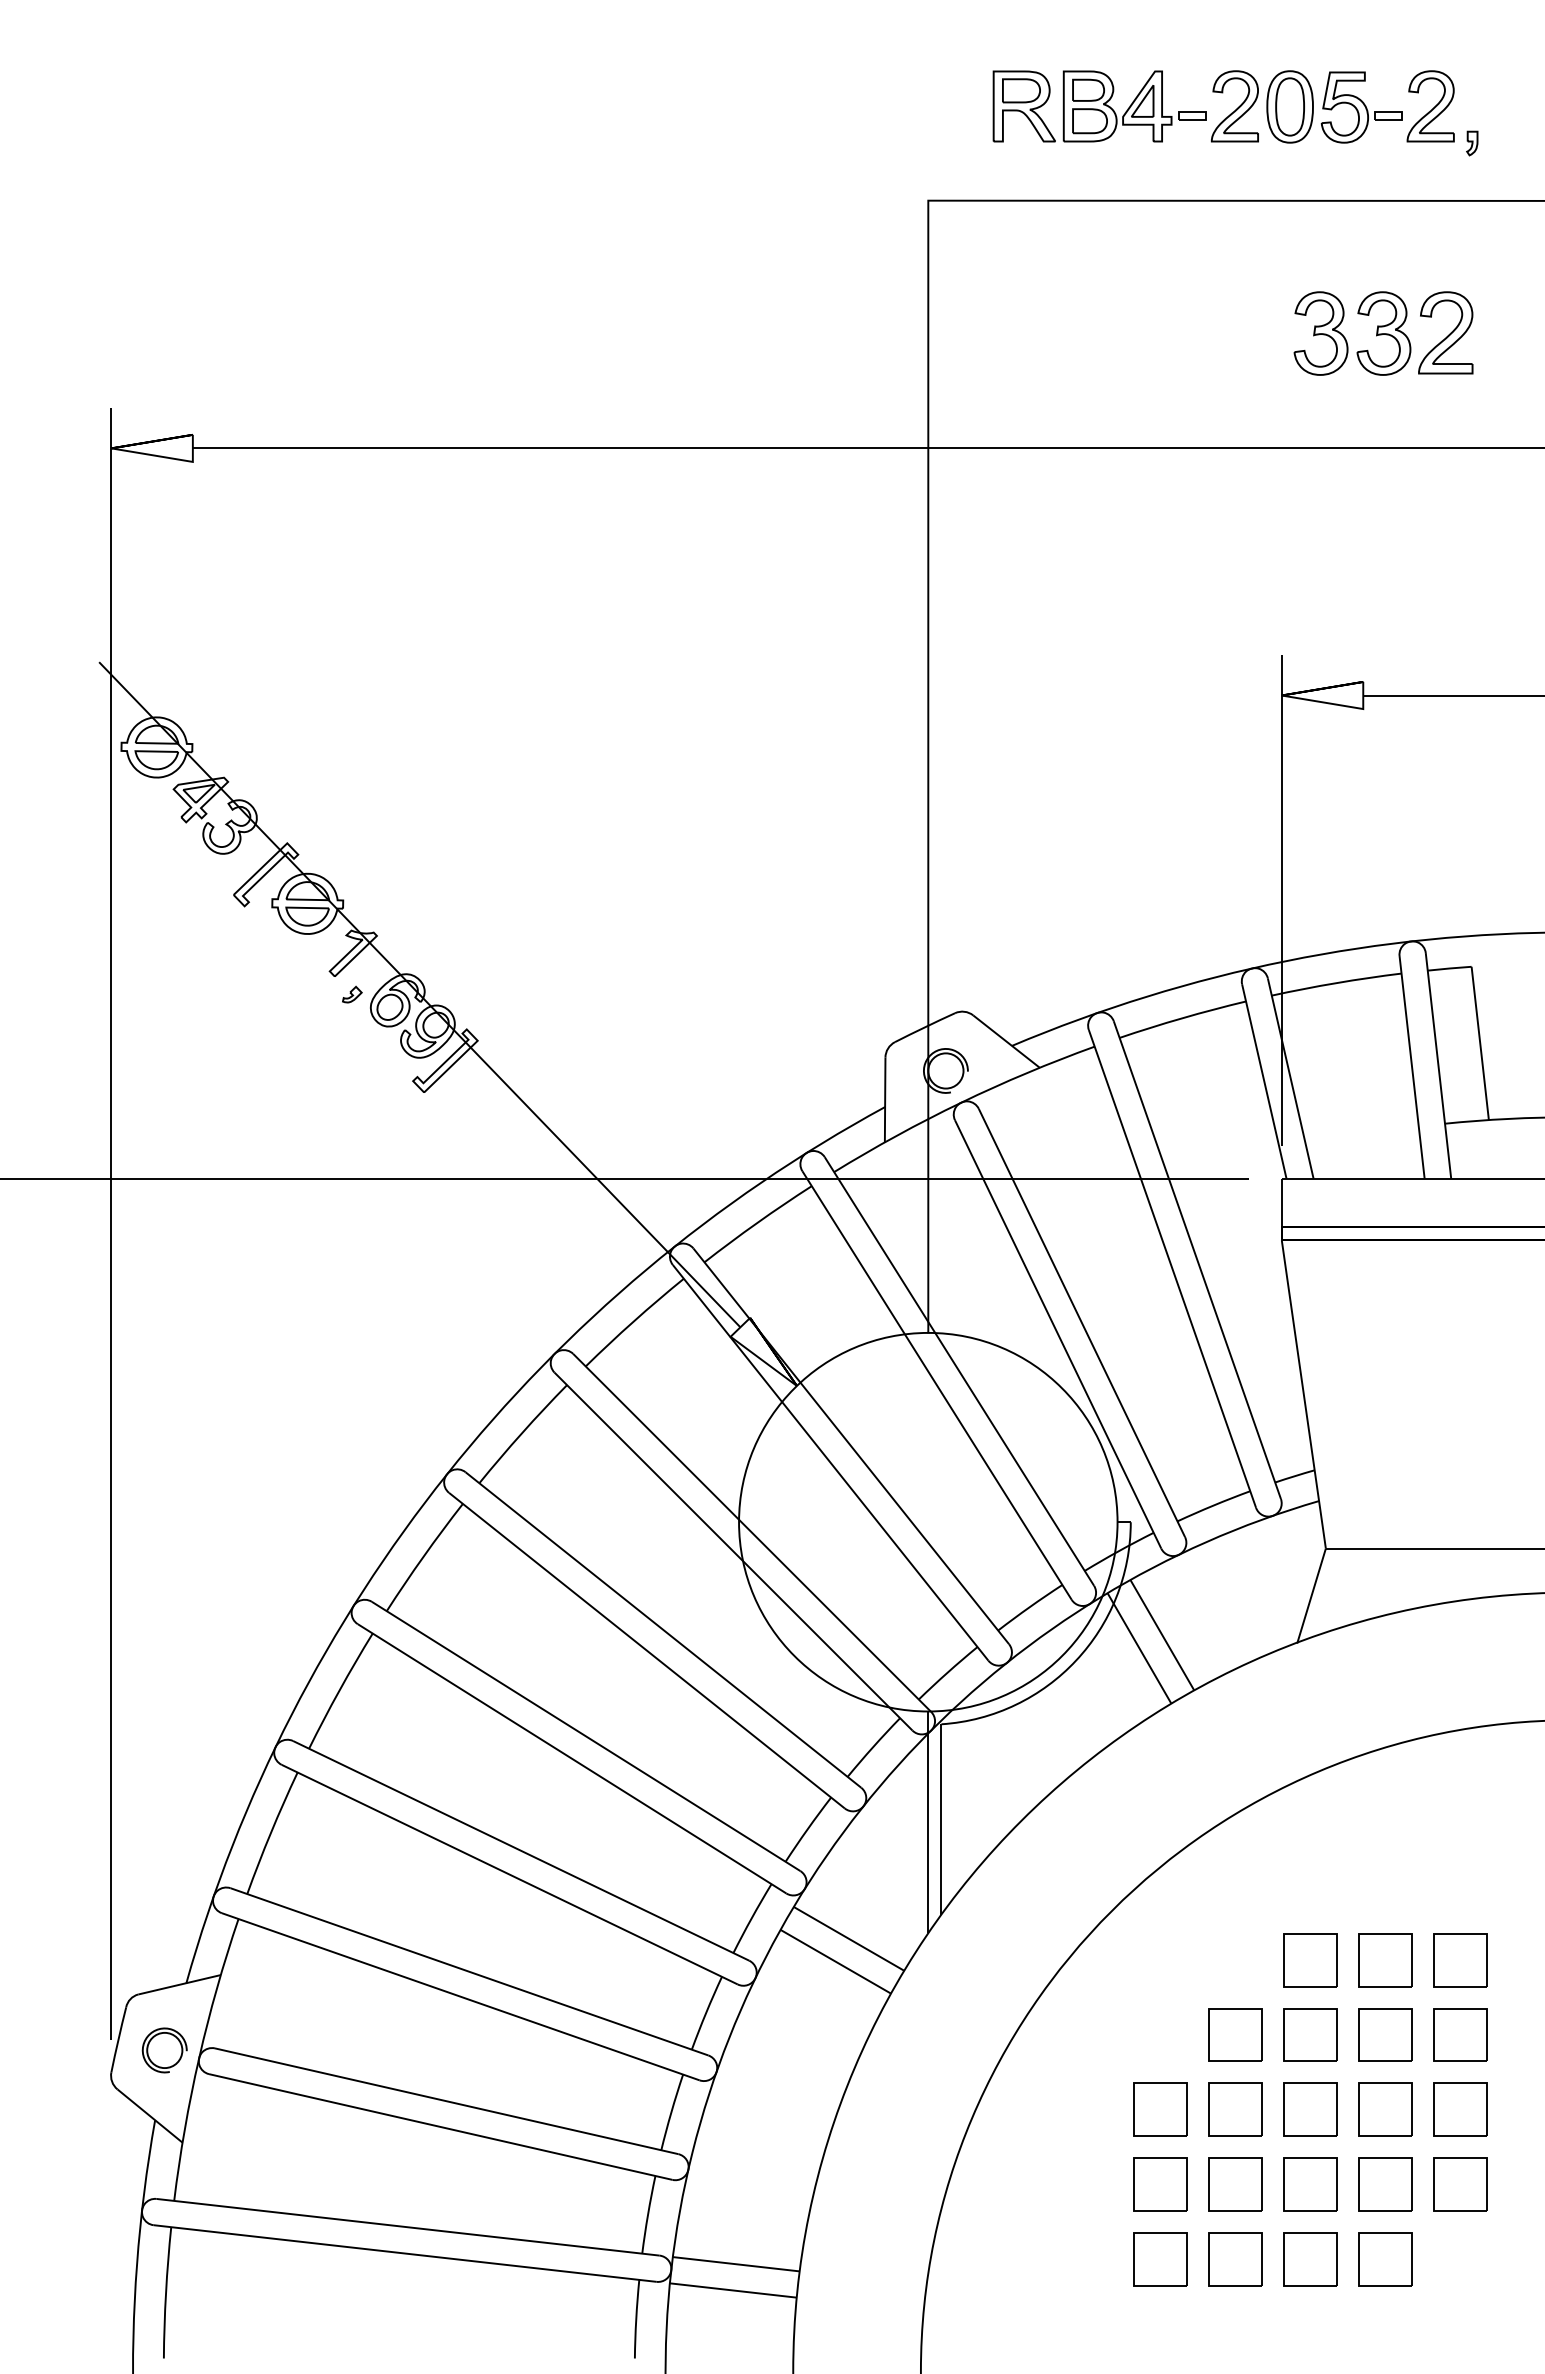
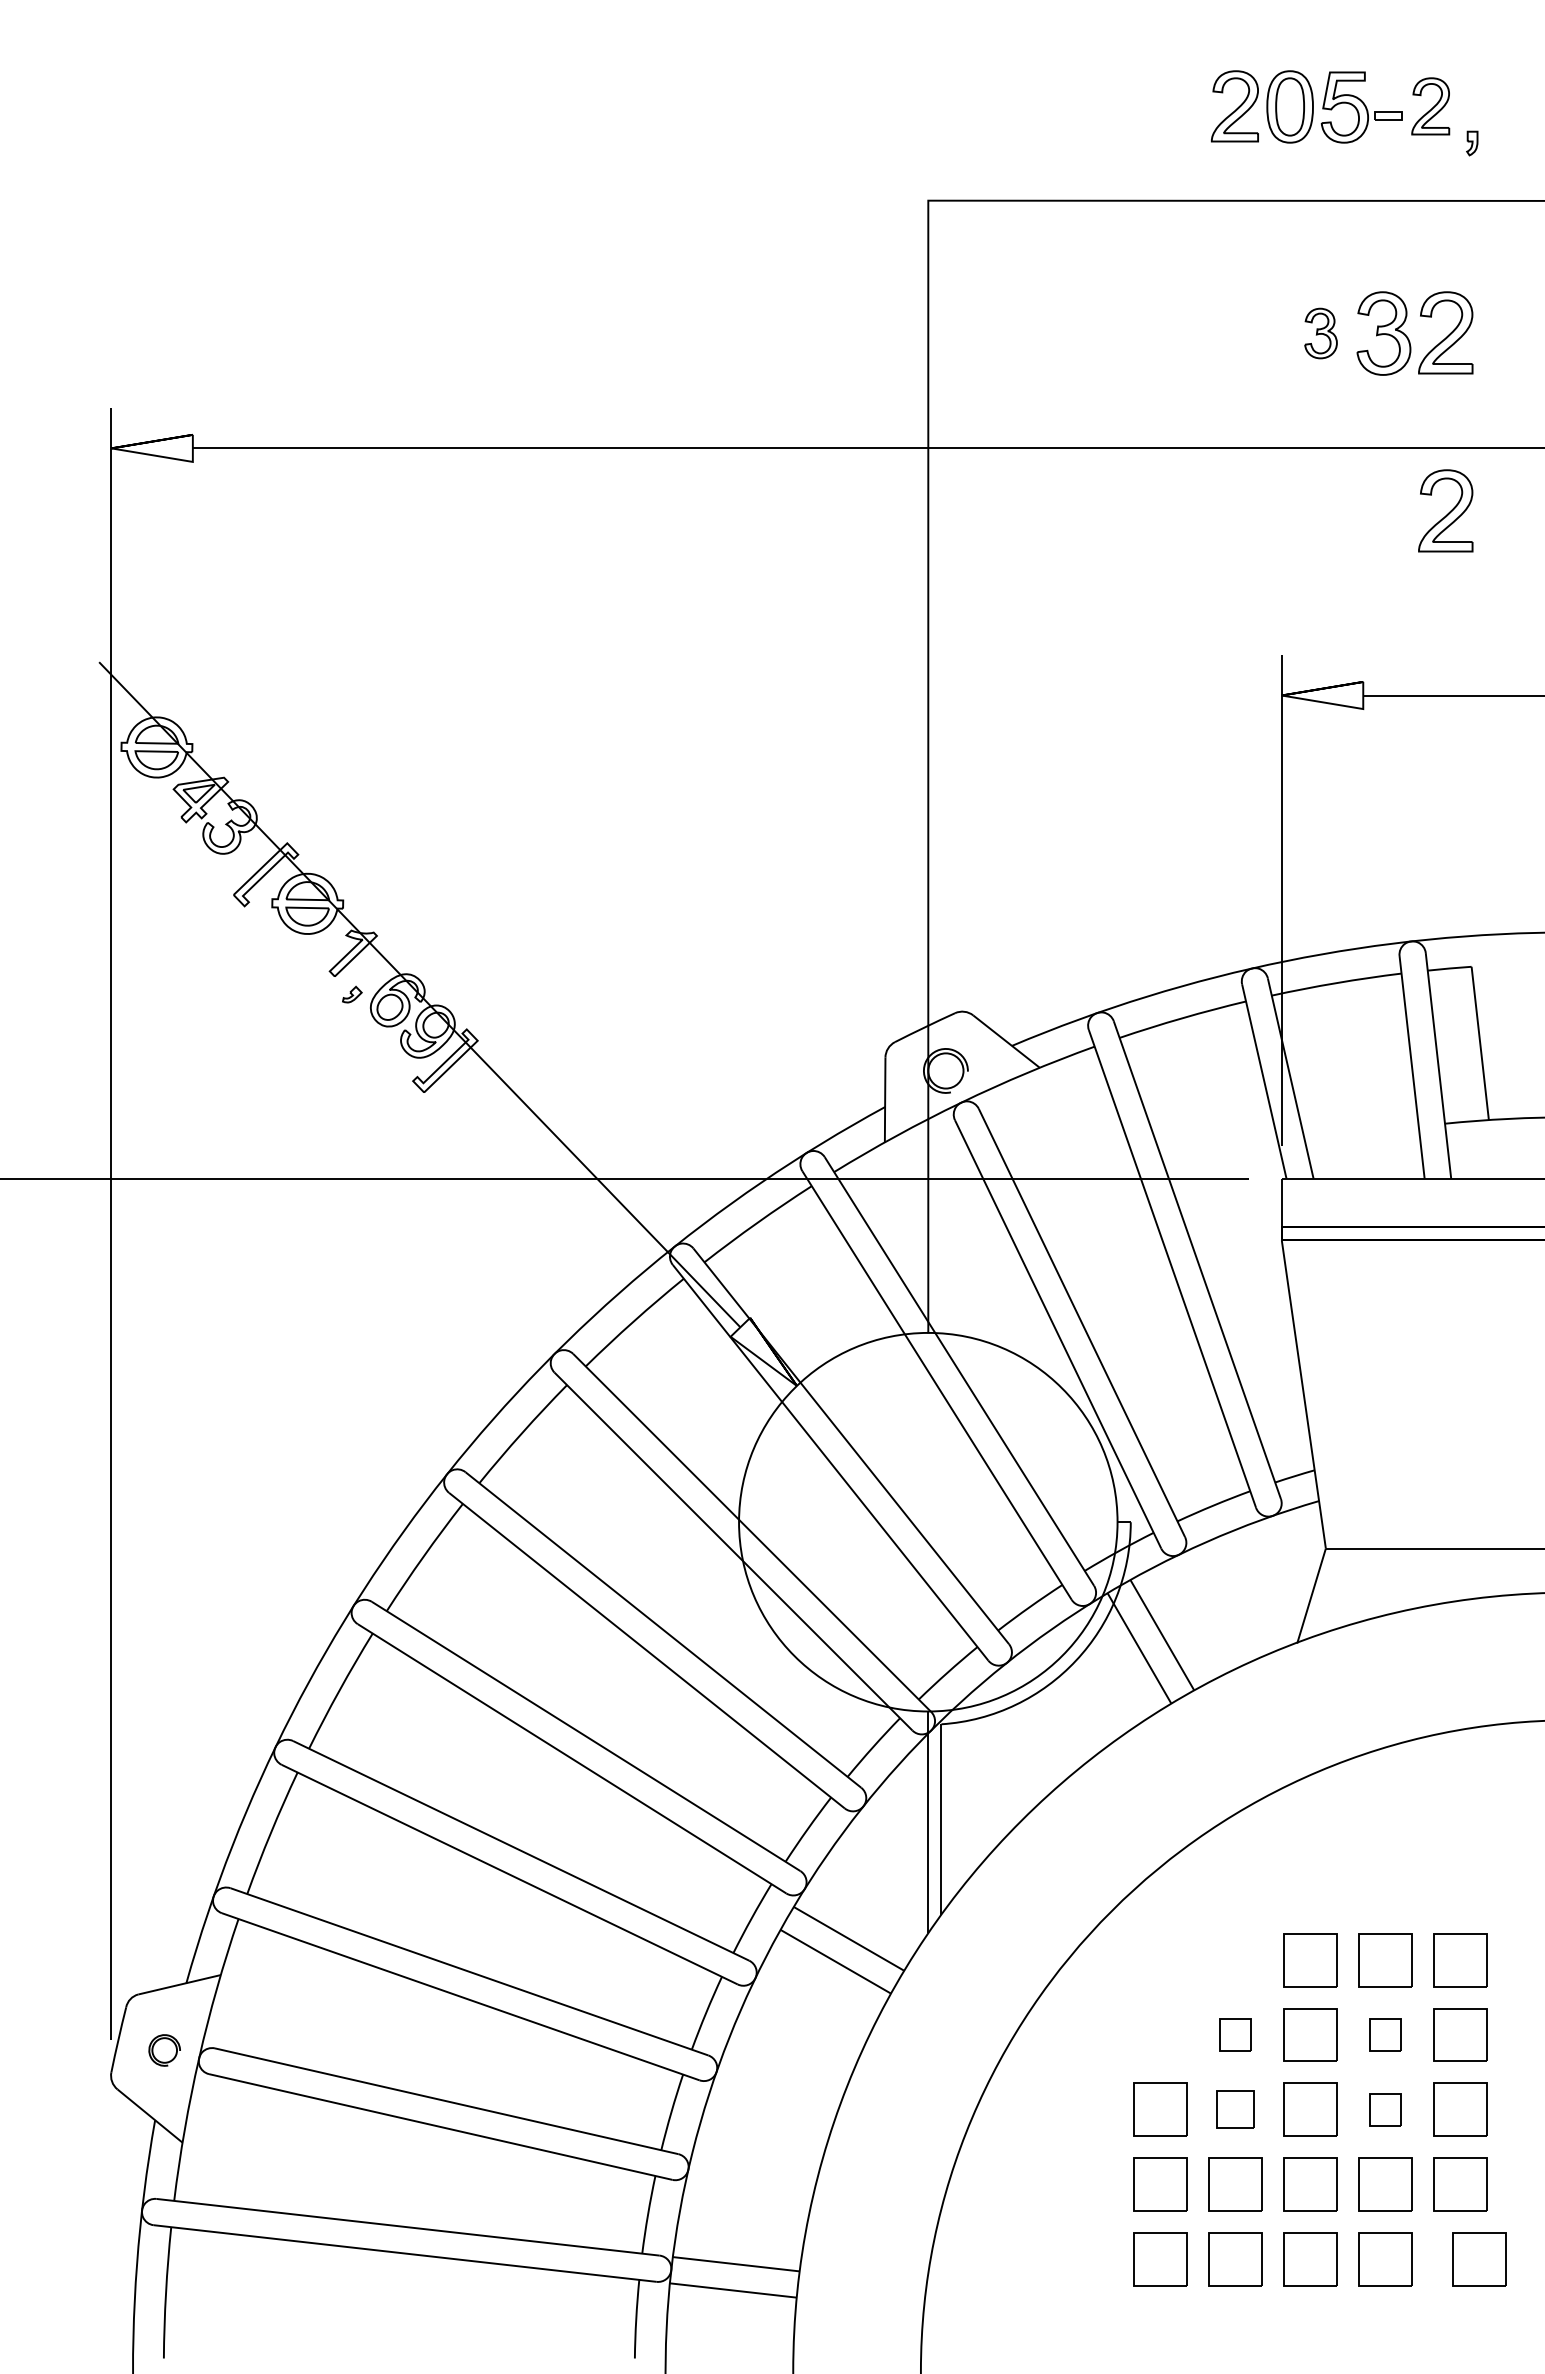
part at (1099, 106): present -> none
part at (1430, 106) size: 49x73 px -> 40x59 px
part at (1320, 333) size: 56x85 px -> 34x53 px
part at (1445, 510): none -> present
part at (1235, 2034) size: 55x54 px -> 33x34 px
part at (1385, 2034) size: 55x54 px -> 33x34 px
part at (164, 2050) size: 47x47 px -> 33x33 px
part at (1235, 2109) size: 55x55 px -> 39x39 px
part at (1385, 2109) size: 55x55 px -> 33x34 px
part at (1479, 2259): none -> present
